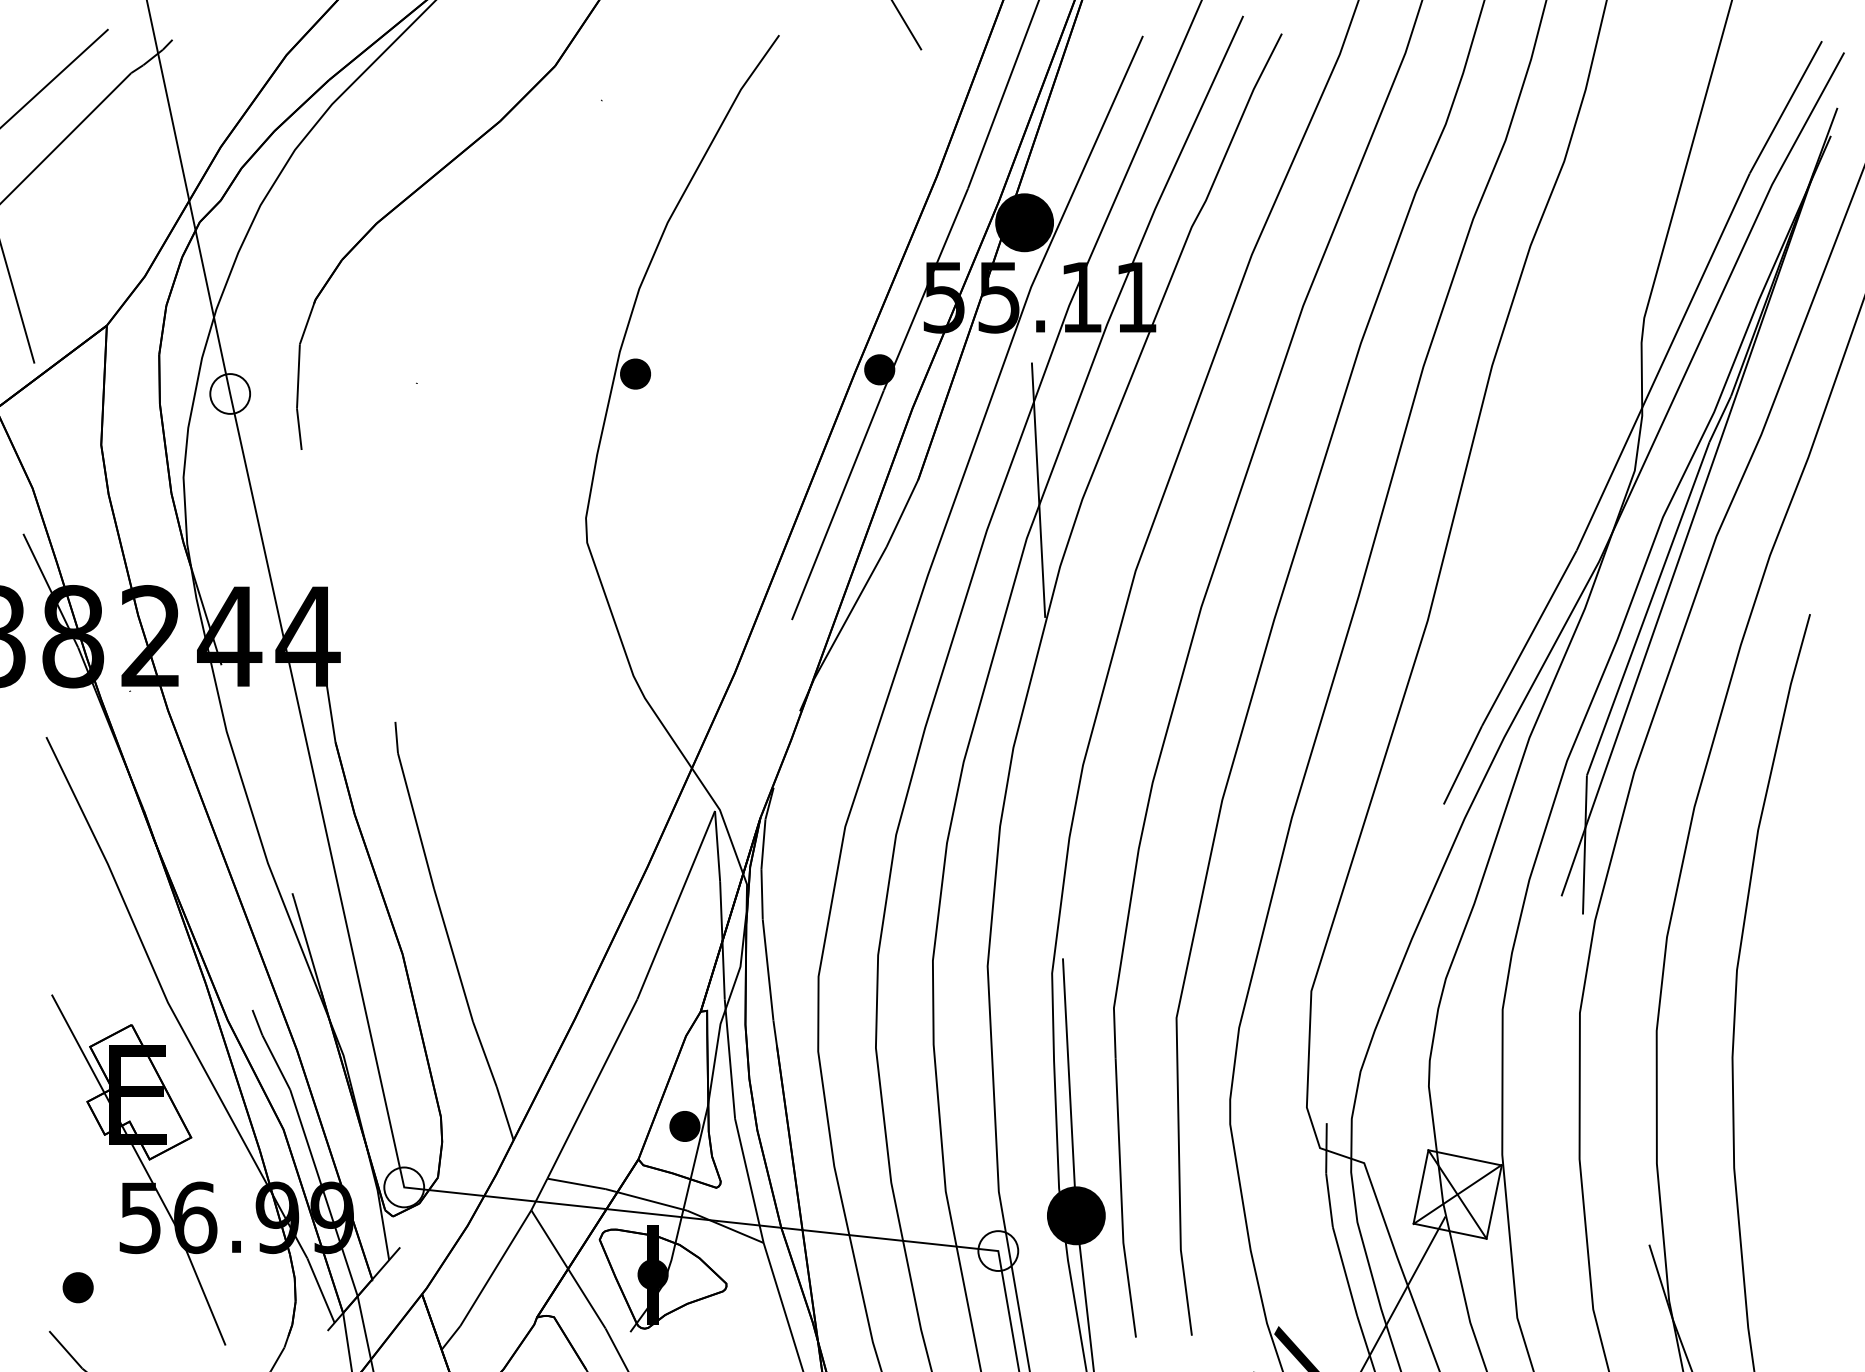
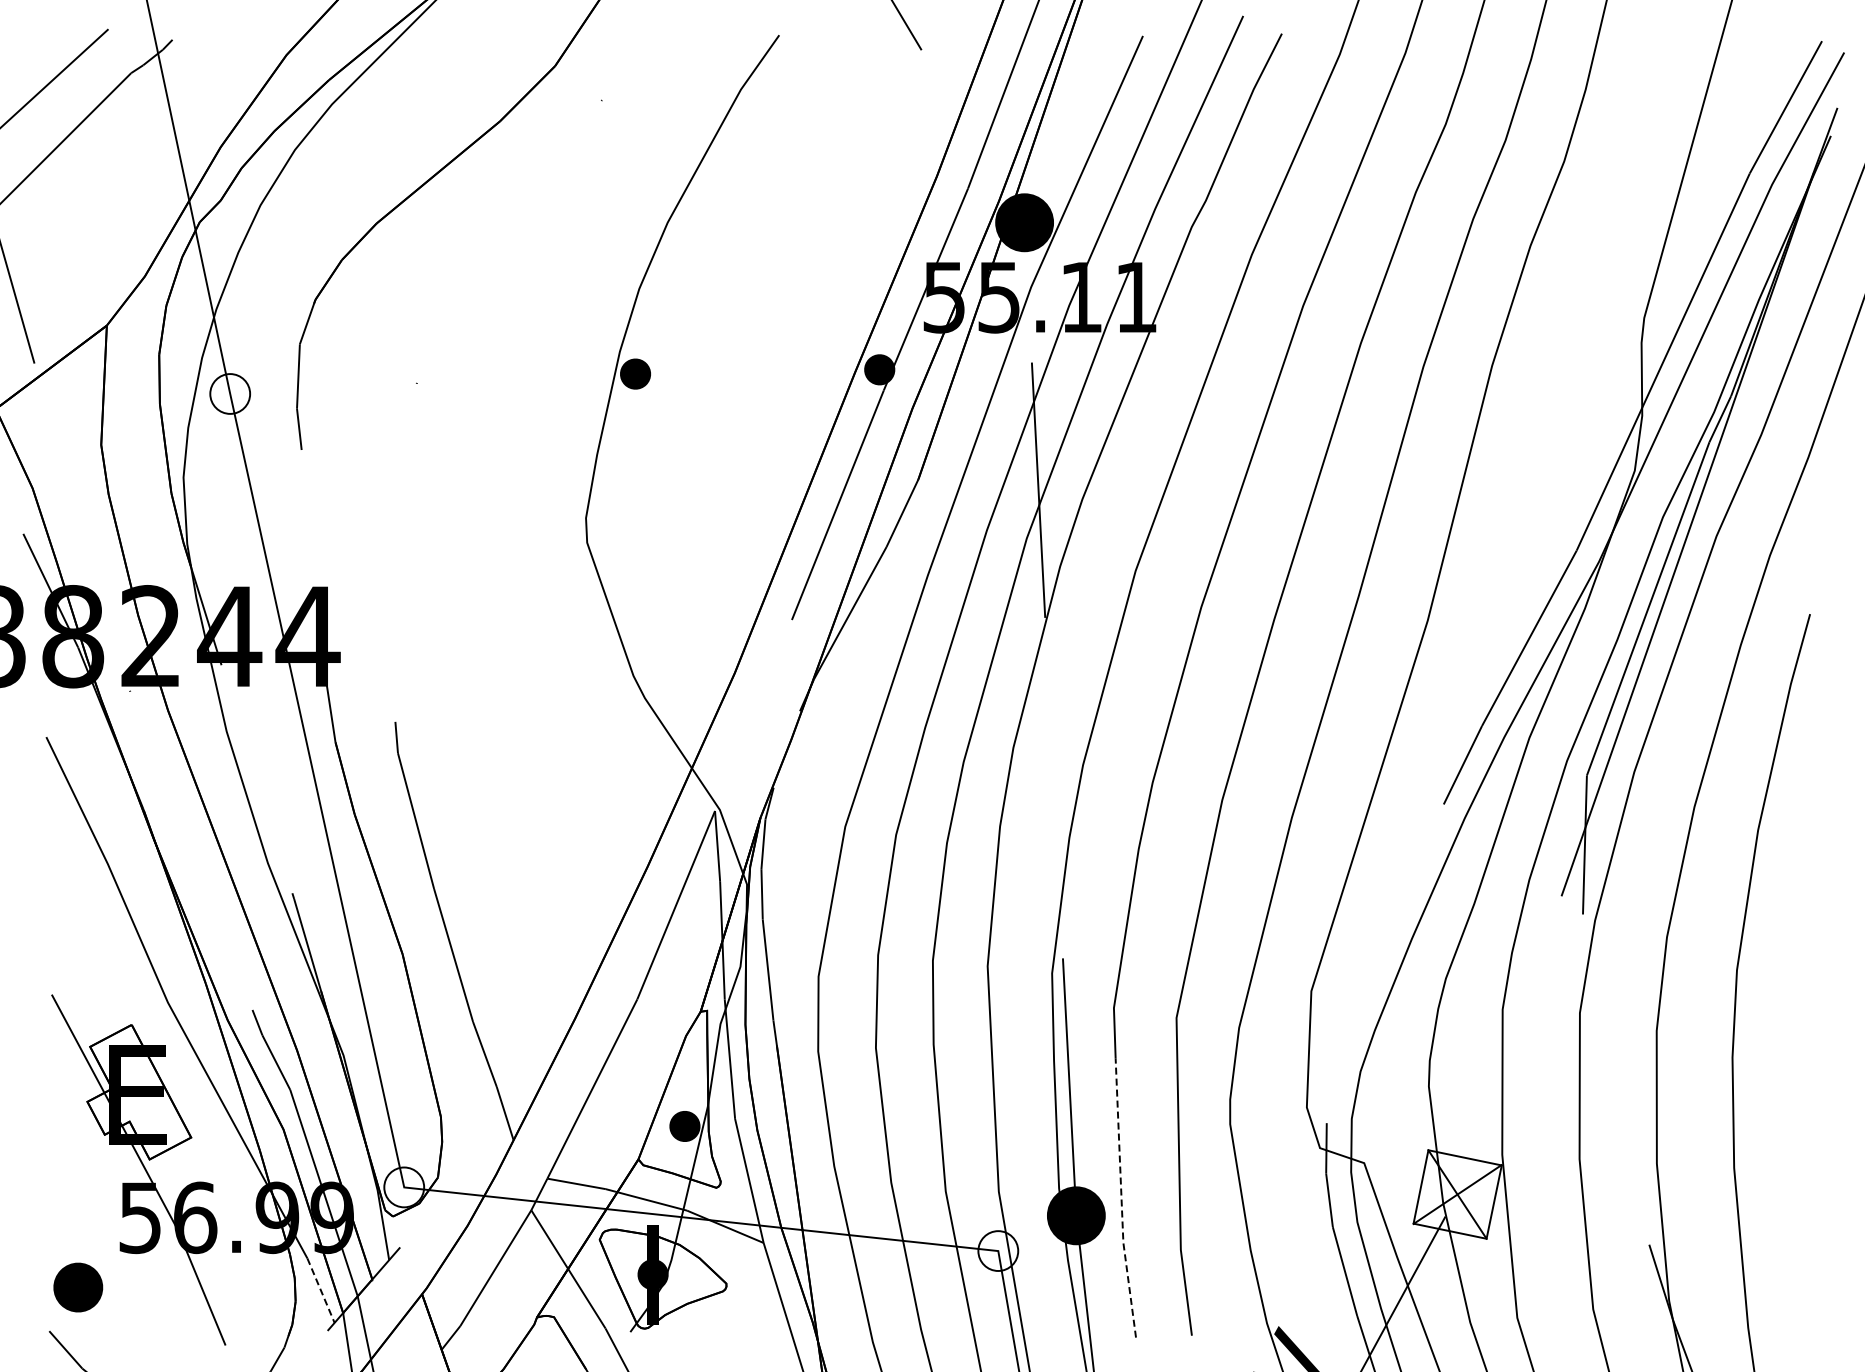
line at (1121, 1199): solid -> dashed
part at (77, 1287) size: 32x32 px -> 51x51 px
line at (321, 1291): solid -> dashed
